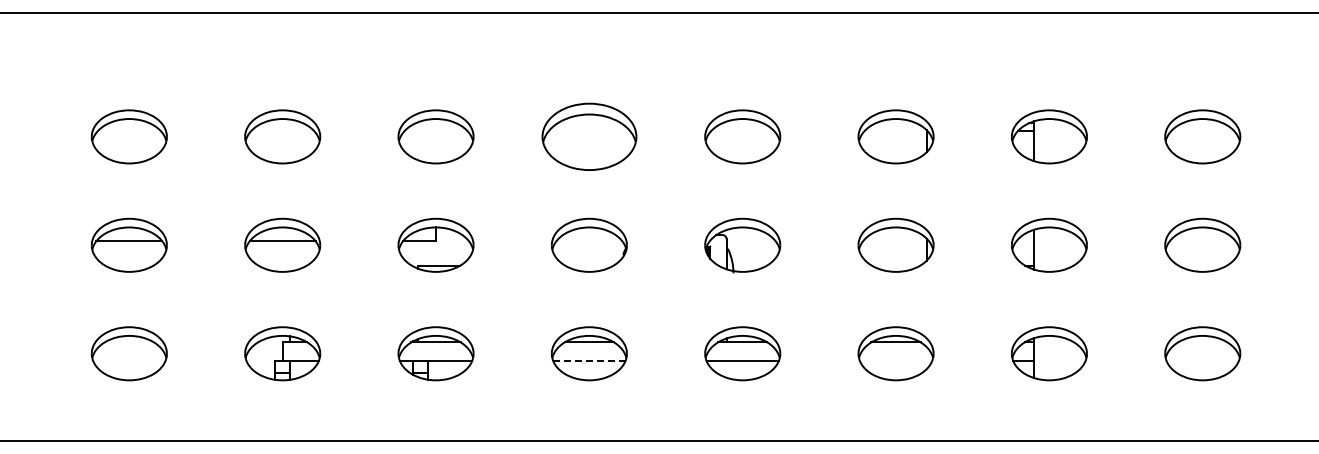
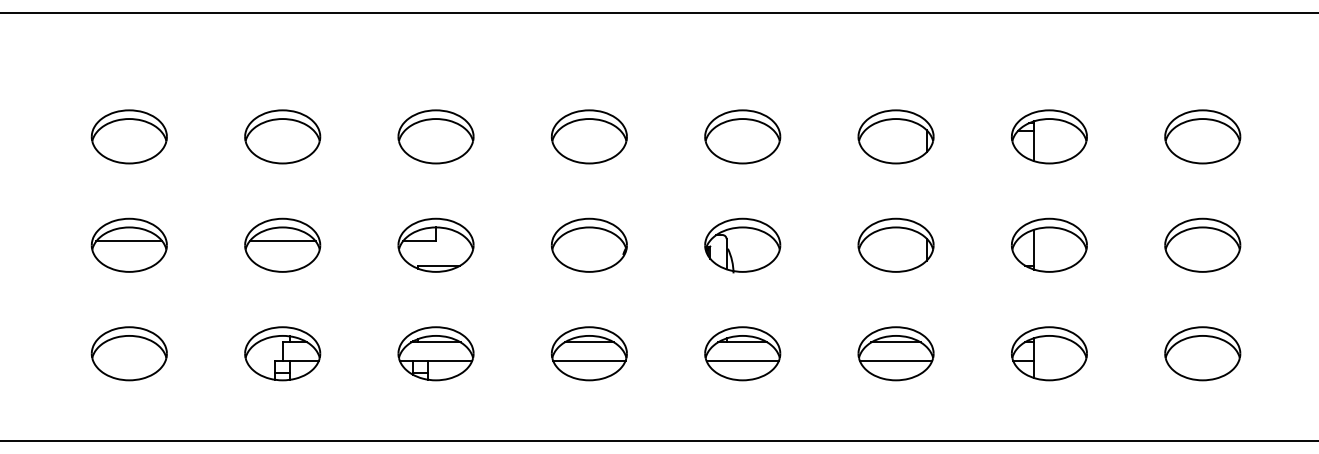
part at (589, 136) size: 97x69 px -> 78x56 px
line at (589, 360): dashed -> solid
line at (895, 360): none -> present
